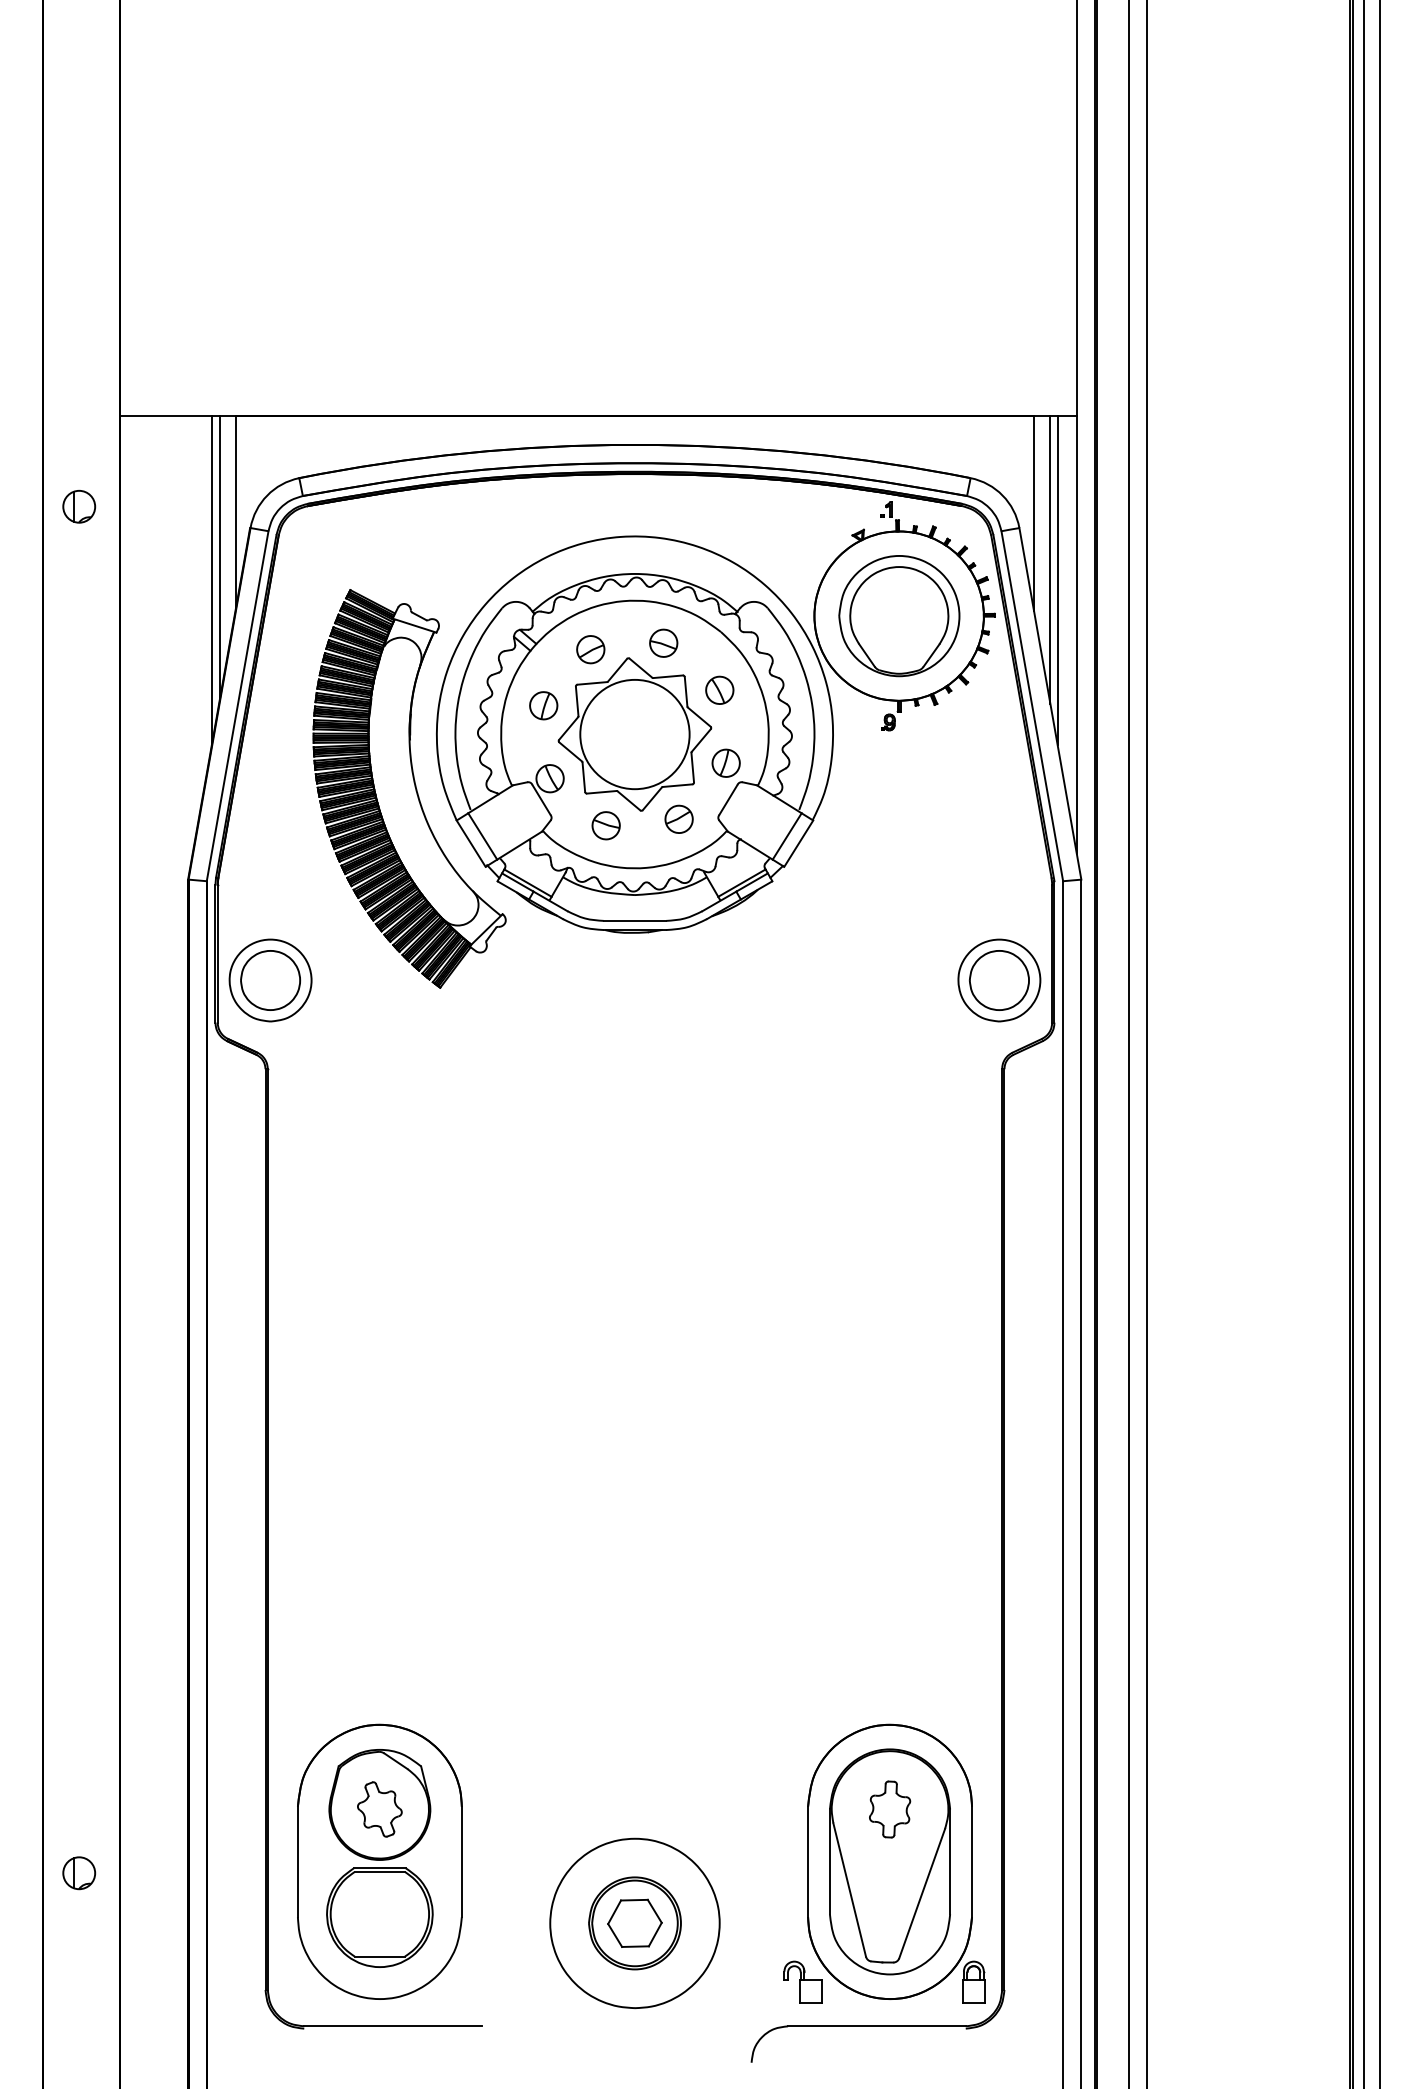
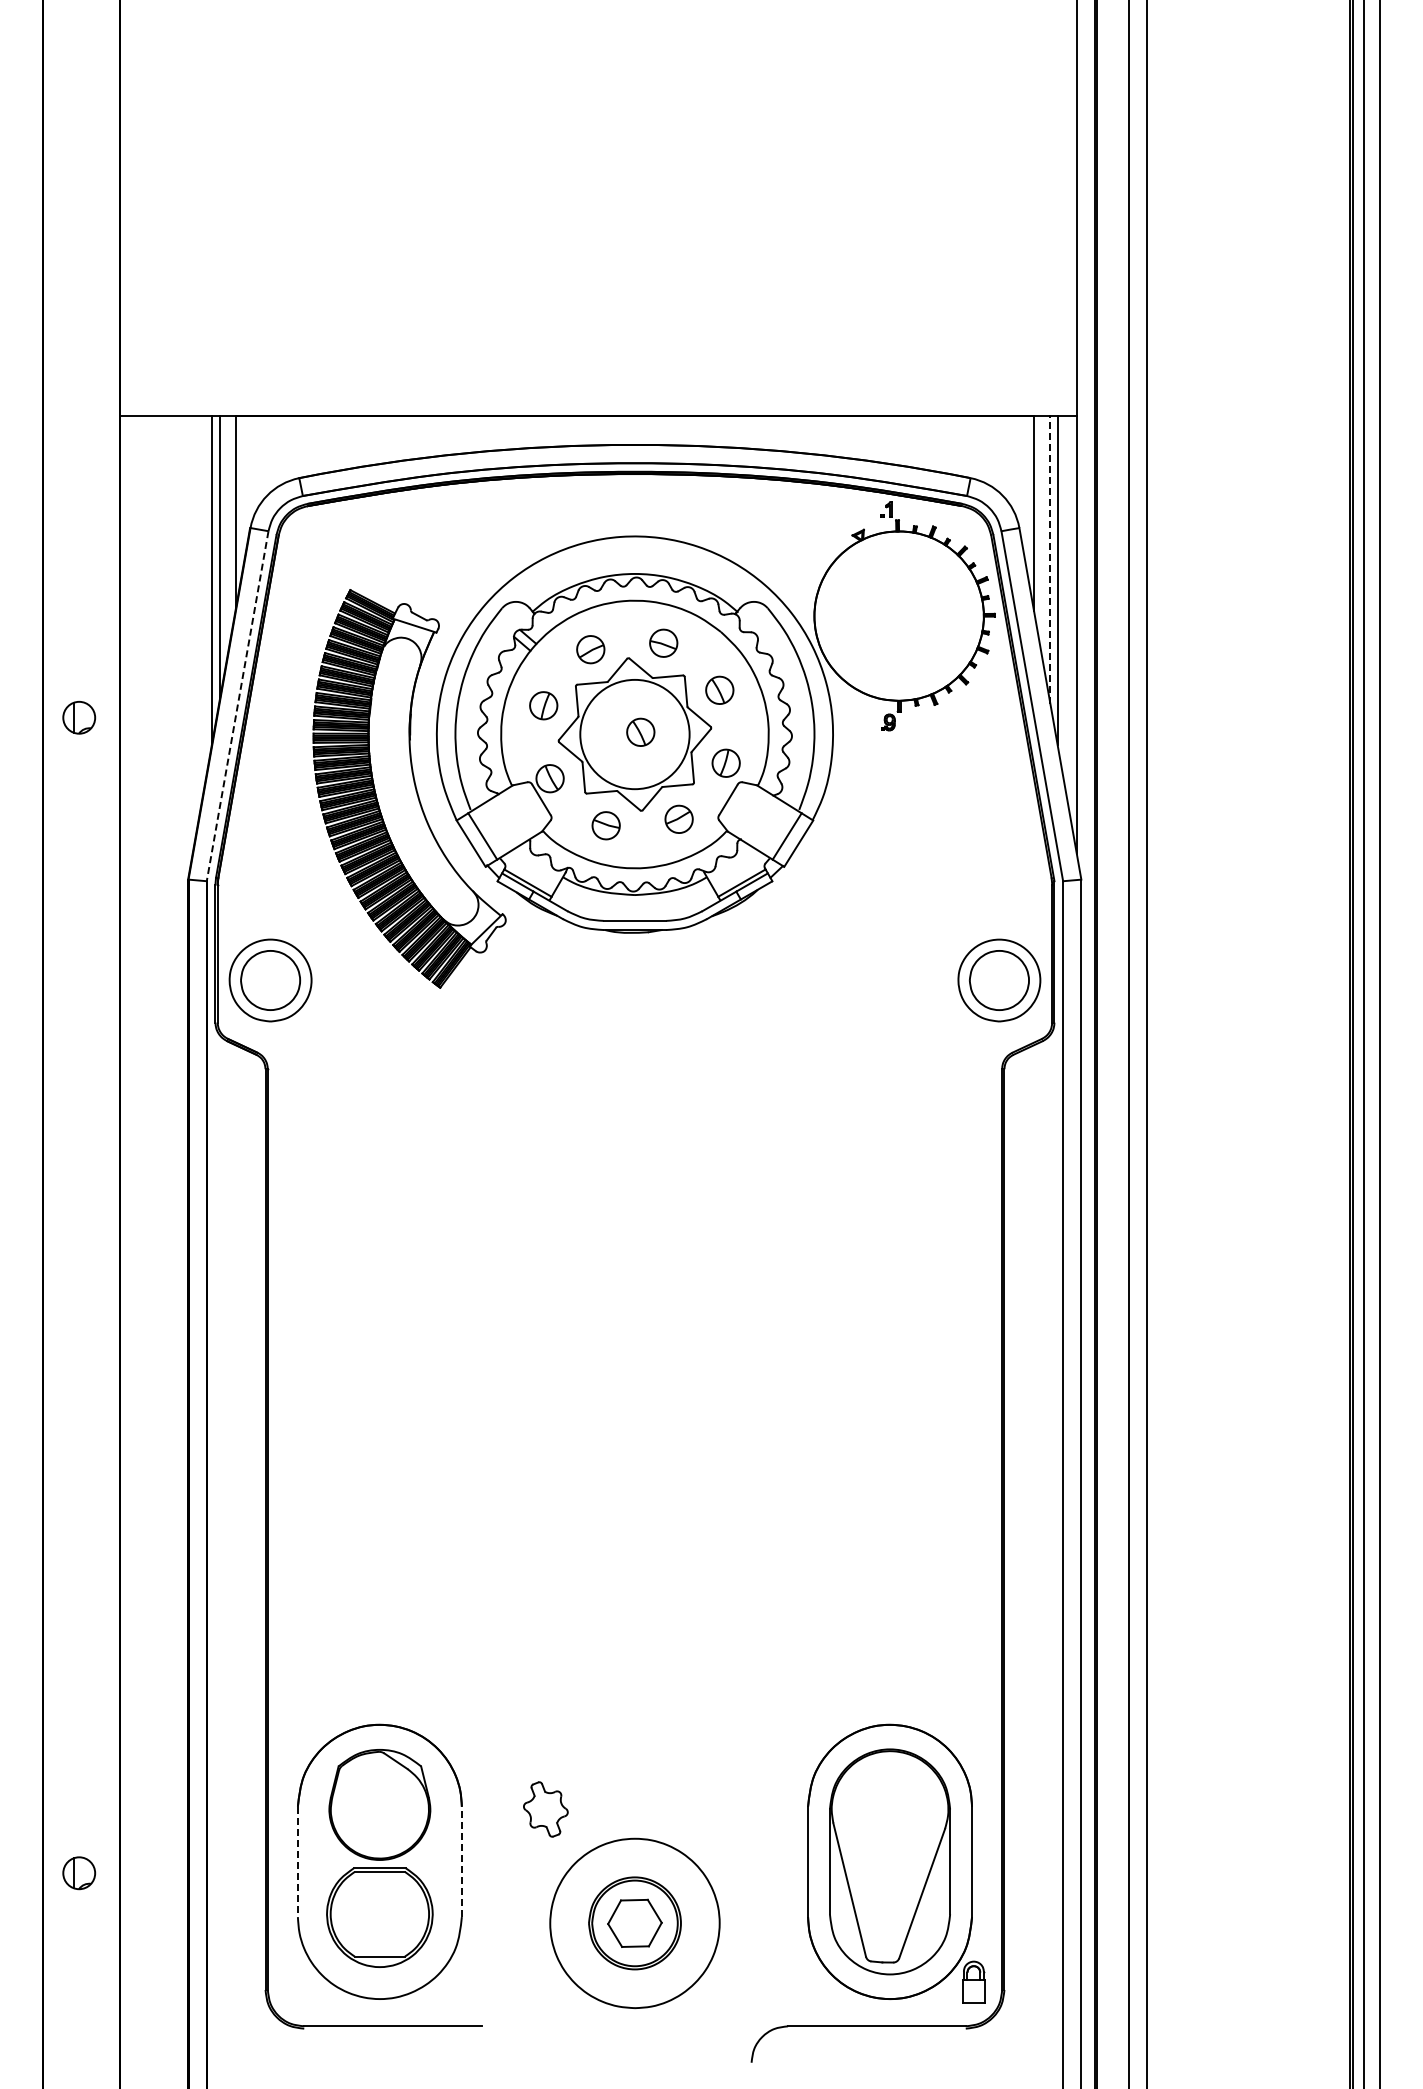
part at (79, 506) position: (79, 506) -> (79, 717)
line at (1050, 559): solid -> dashed
part at (899, 616): present -> none
line at (237, 706): solid -> dashed
part at (640, 731): none -> present
part at (379, 1809) position: (379, 1809) -> (545, 1809)
part at (890, 1809): present -> none
line at (461, 1861): solid -> dashed
line at (297, 1862): solid -> dashed
part at (802, 1981): present -> none
